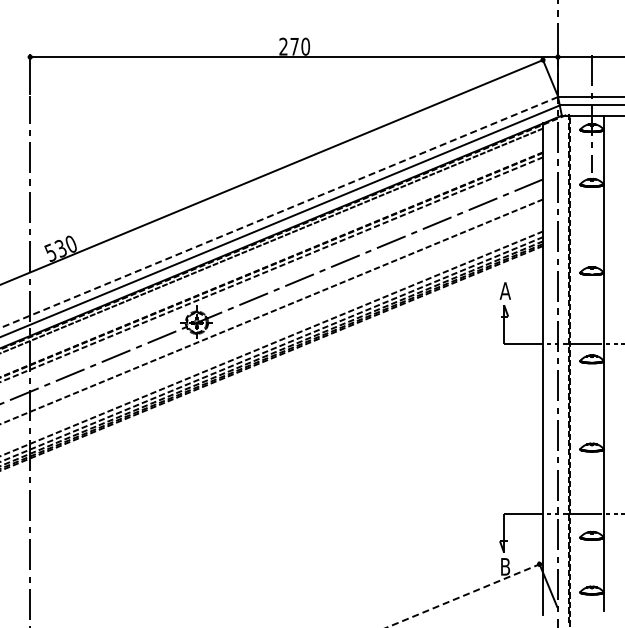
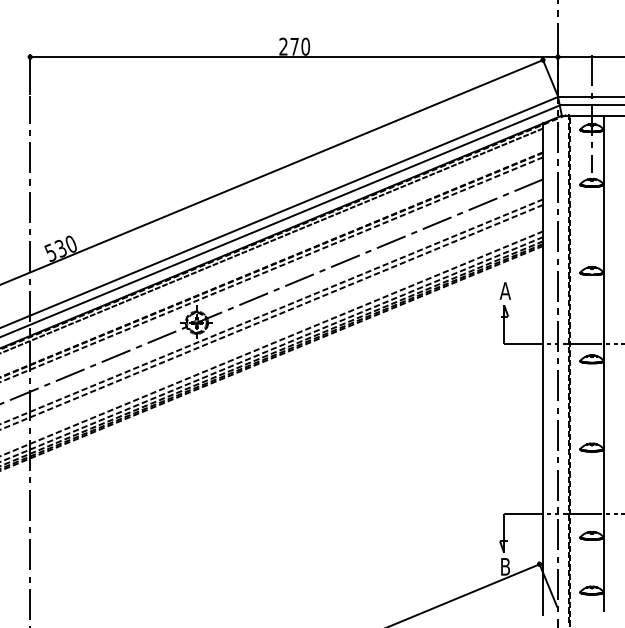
line at (279, 212): dashed -> solid
line at (272, 316): none -> present
line at (462, 596): dashed -> solid
